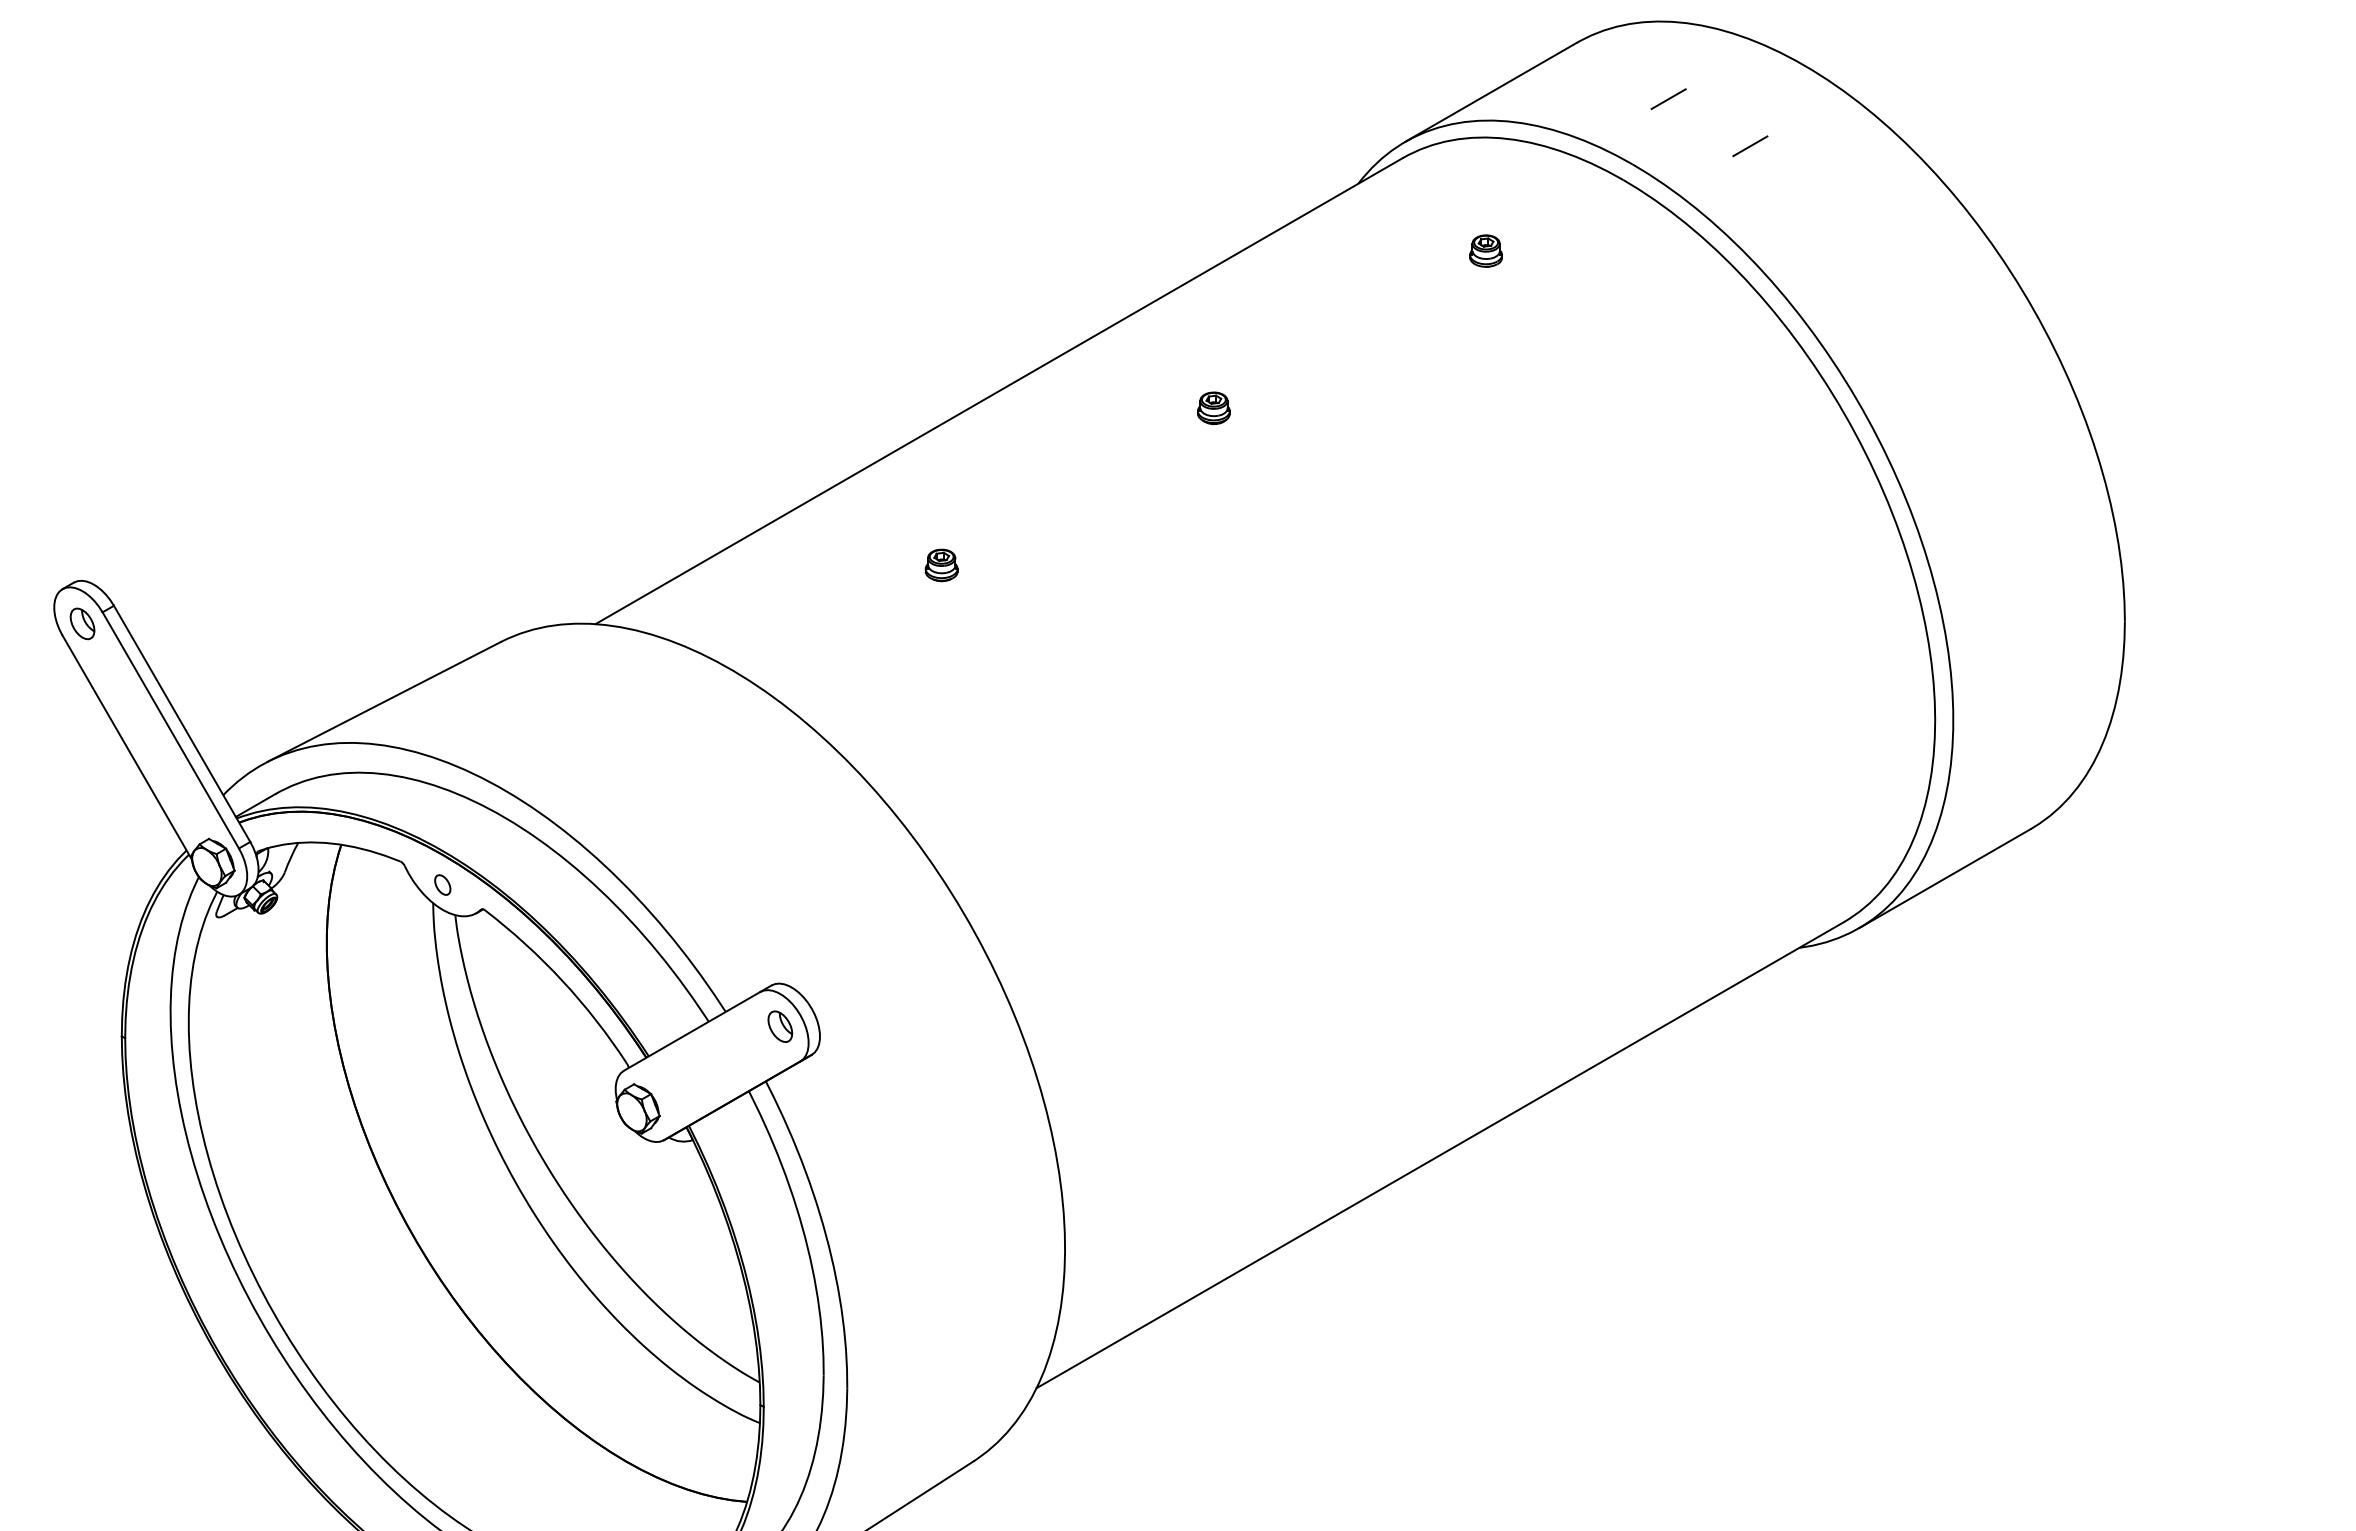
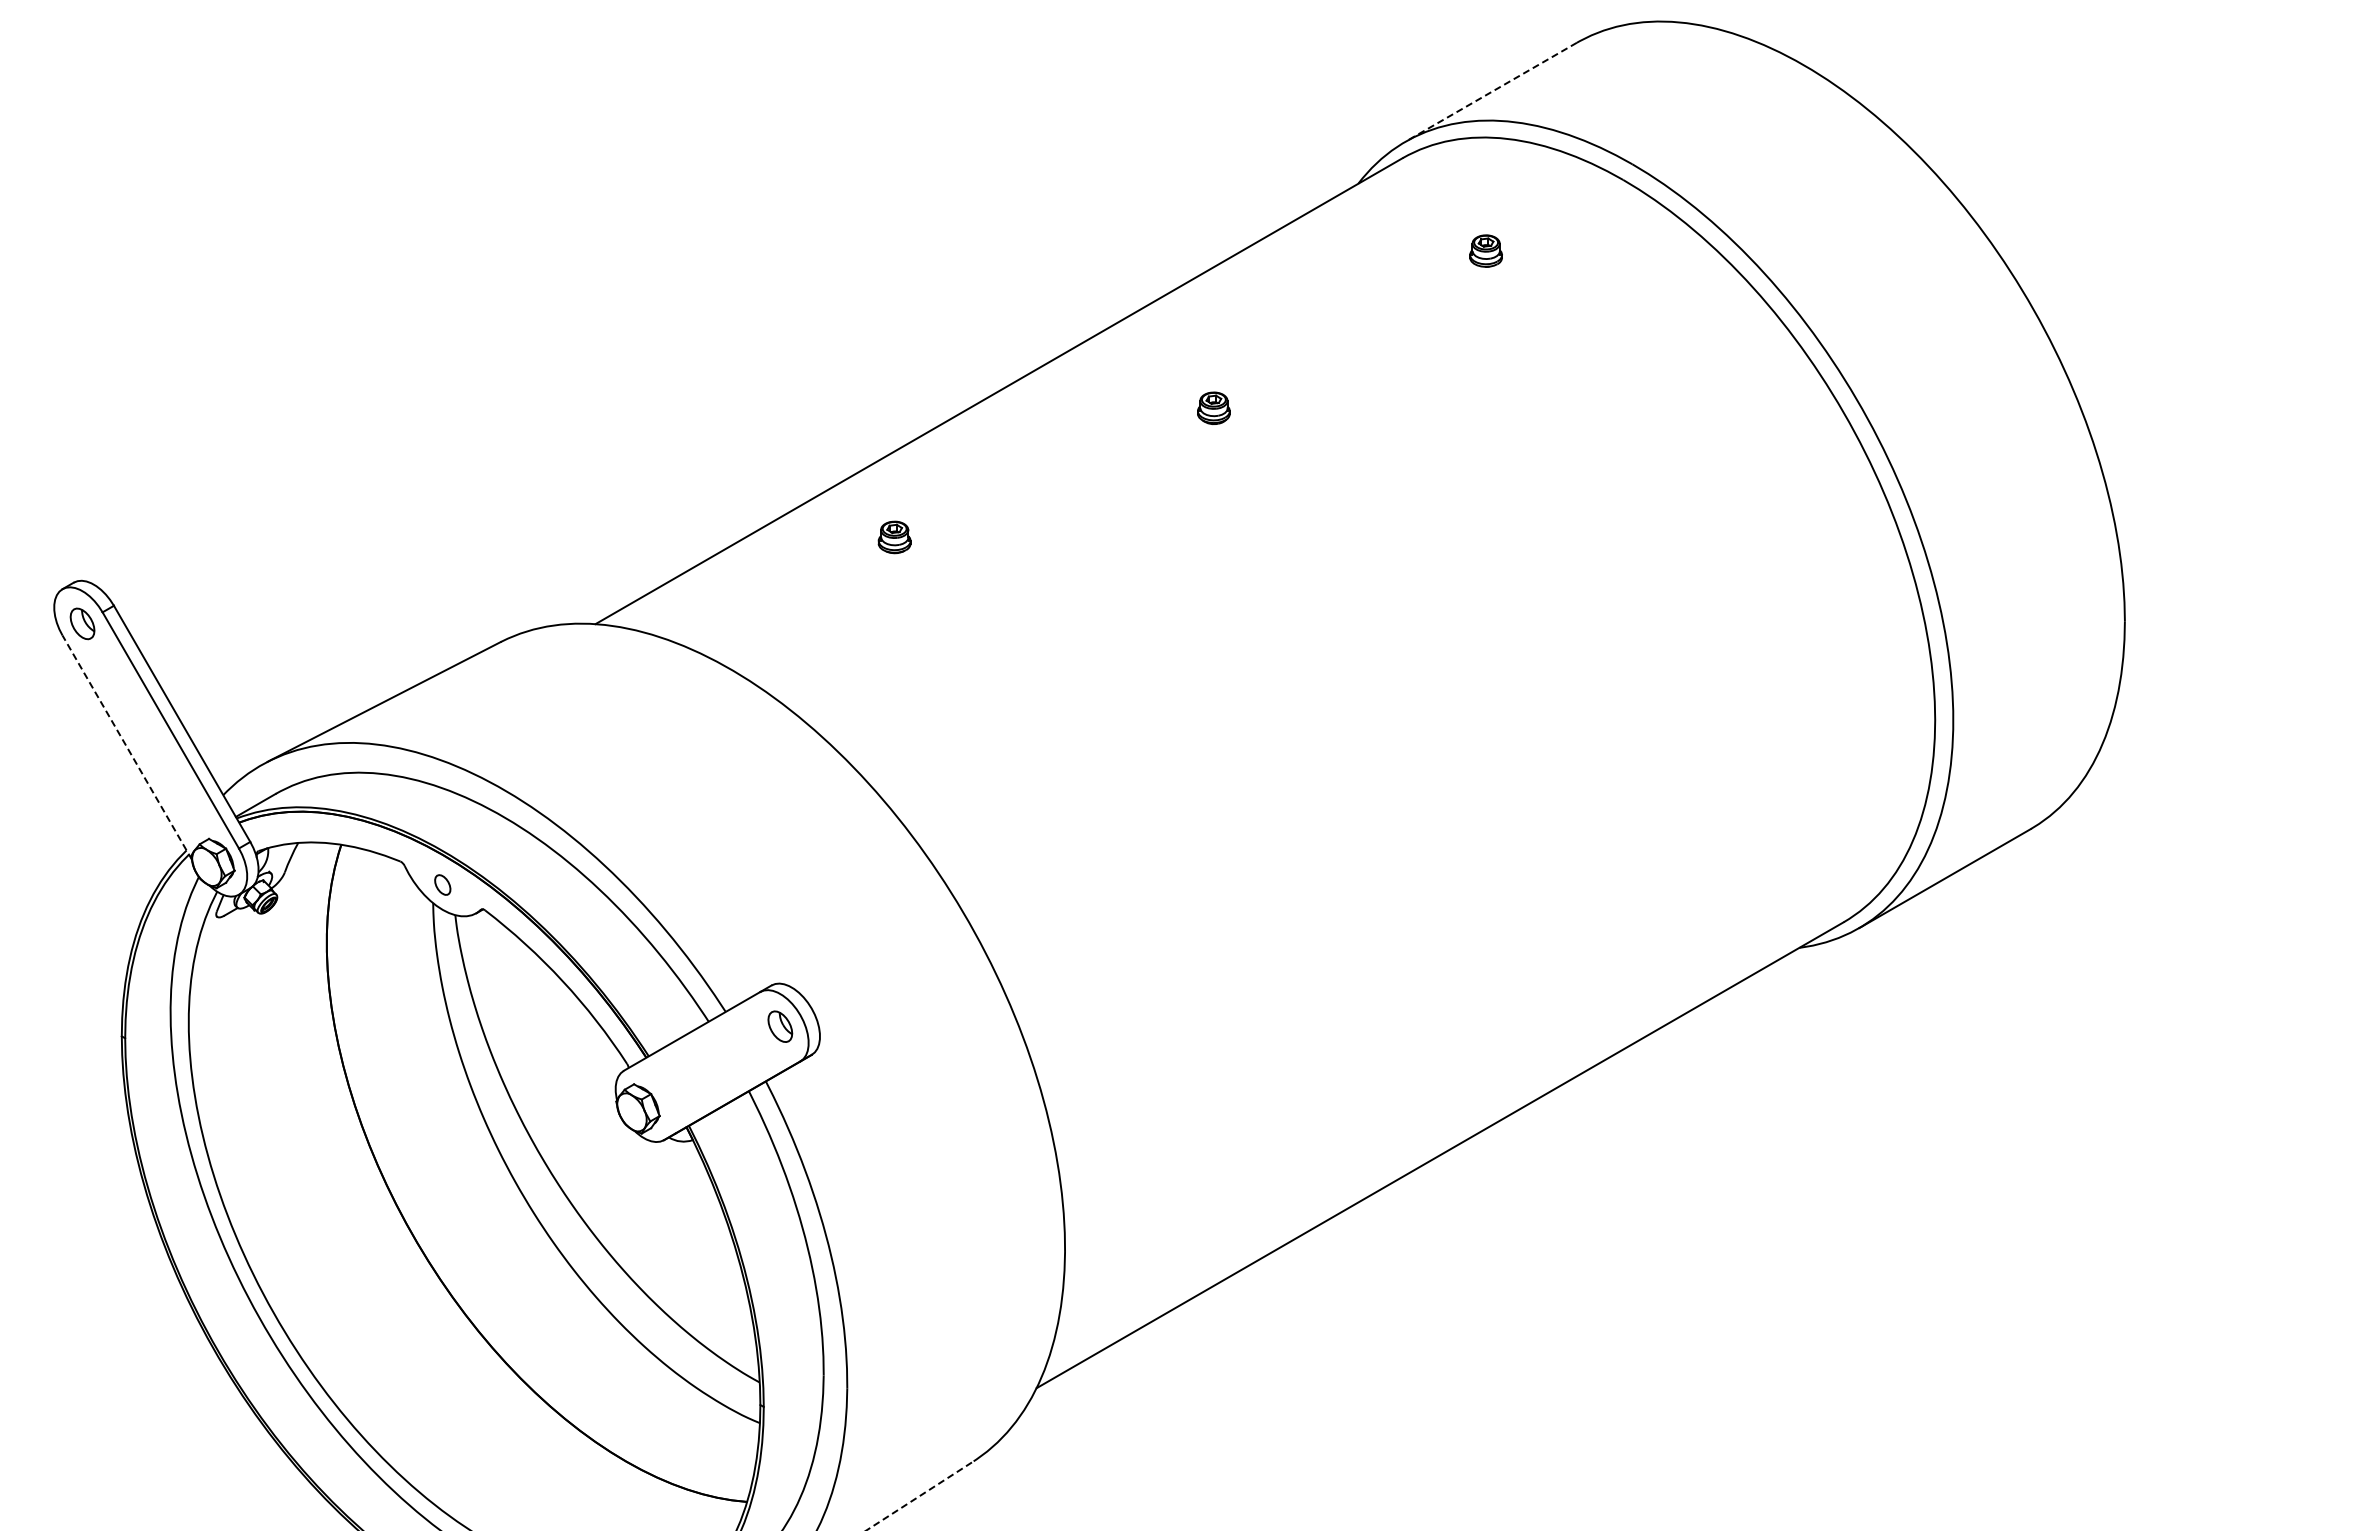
line at (1490, 92): solid -> dashed
line at (1668, 98): present -> none
line at (1750, 146): present -> none
part at (941, 565) position: (941, 565) -> (894, 537)
line at (127, 747): solid -> dashed
line at (920, 1495): solid -> dashed
